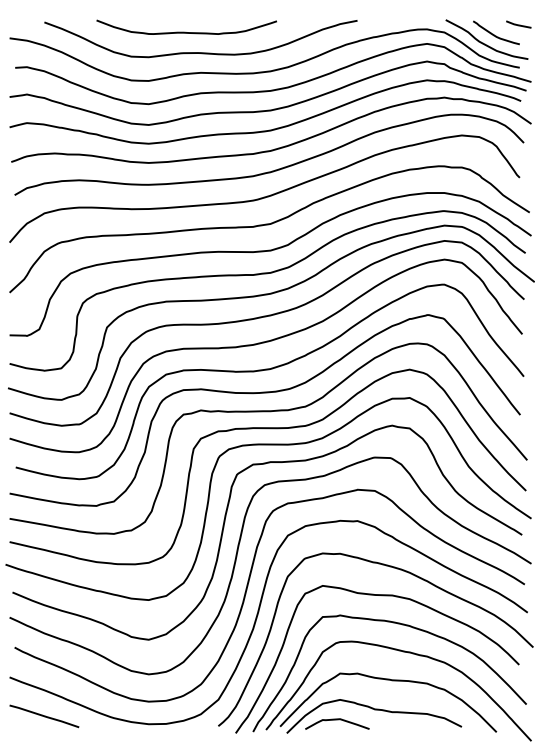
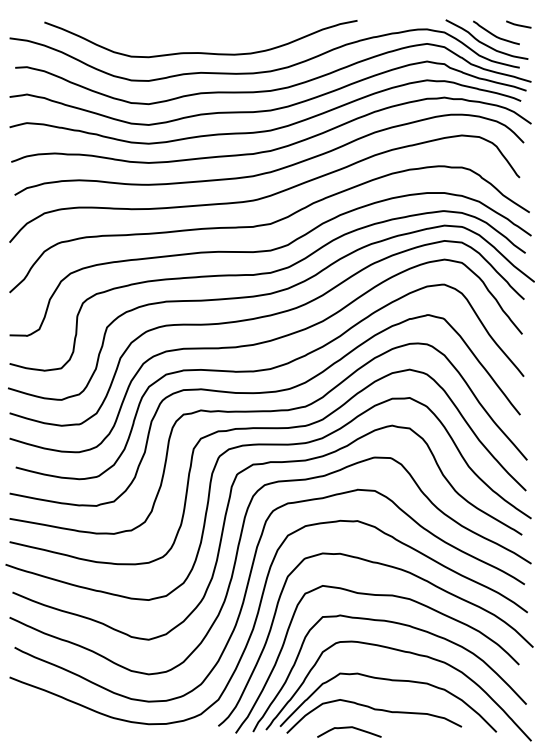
curve at (185, 31): present -> none
line at (44, 716): present -> none
curve at (337, 720) position: (337, 720) -> (349, 728)
